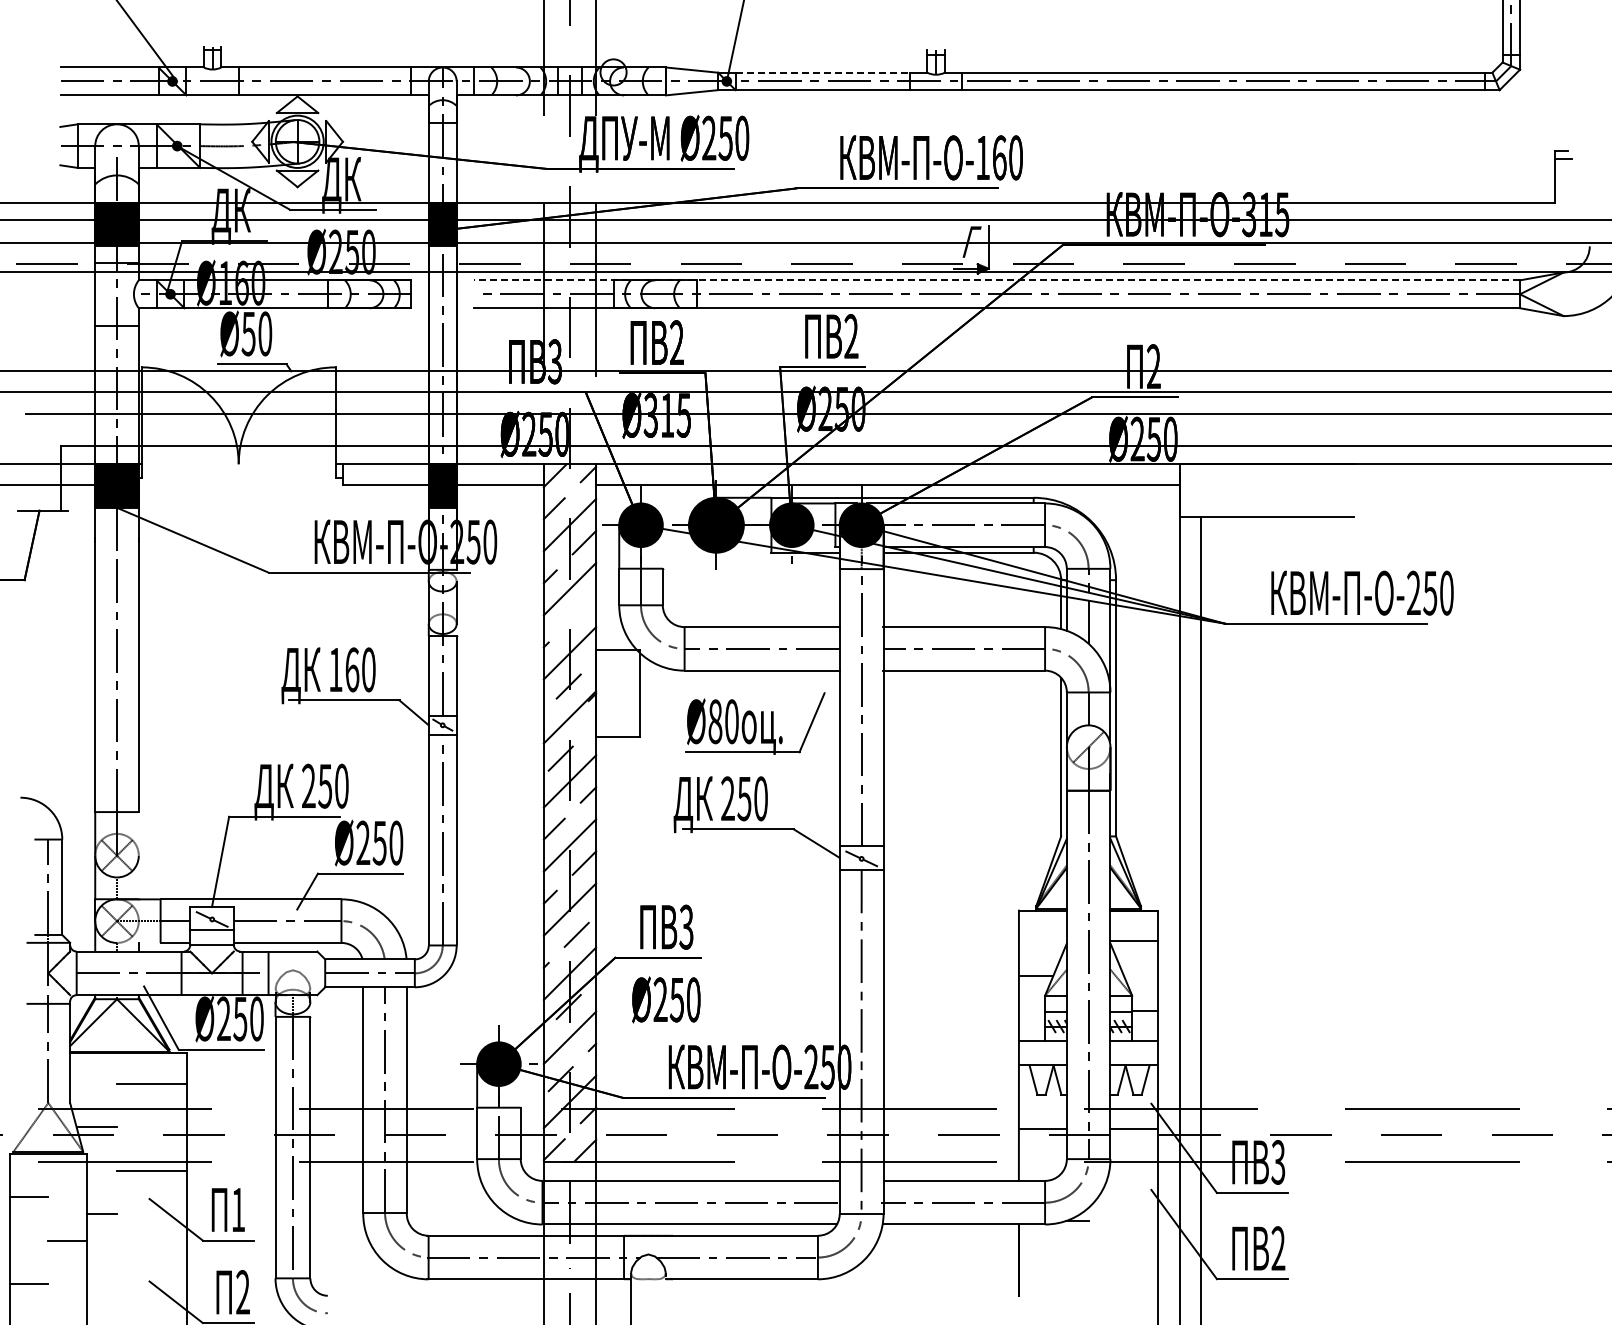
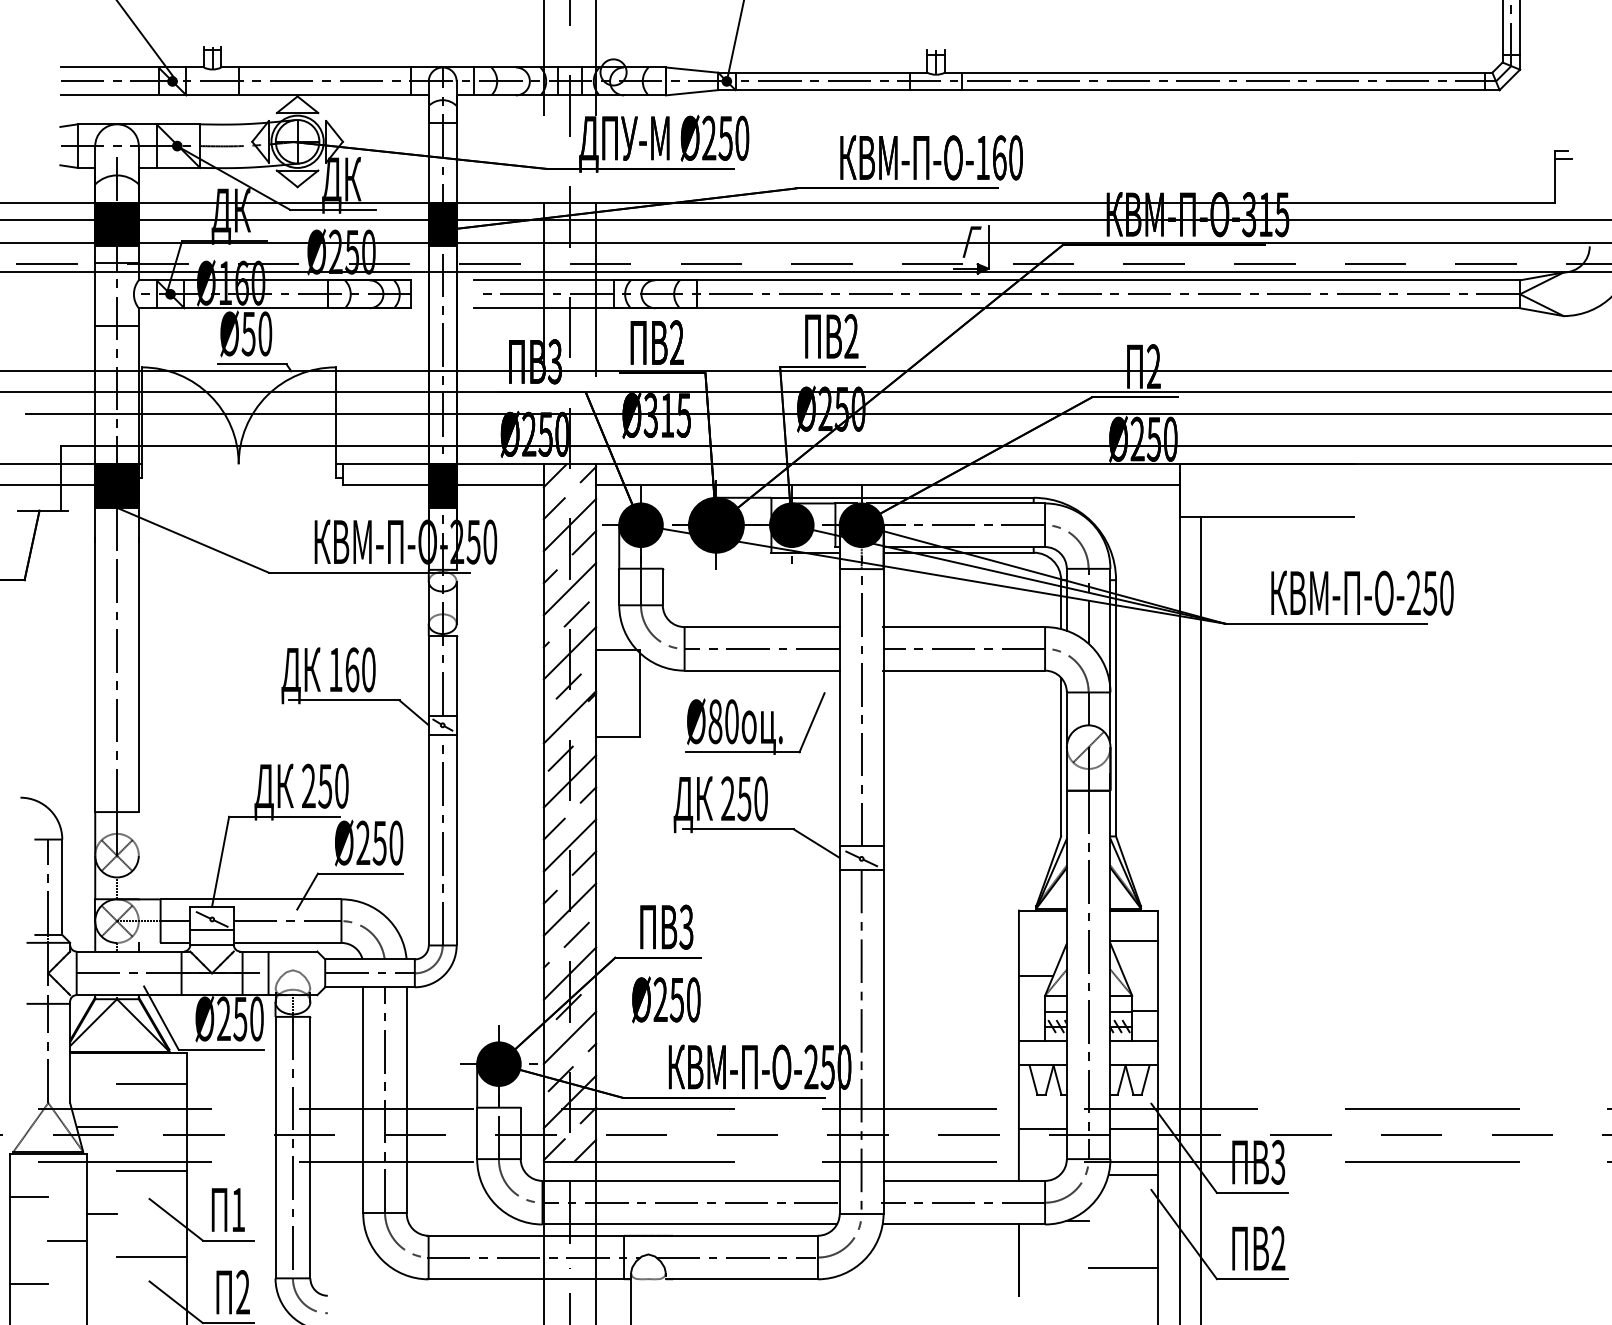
line at (823, 72): dashed -> solid
line at (997, 280): dashed -> solid
line at (576, 614): none -> present
line at (1133, 1174): none -> present
line at (151, 1257): none -> present
line at (1123, 1267): none -> present
